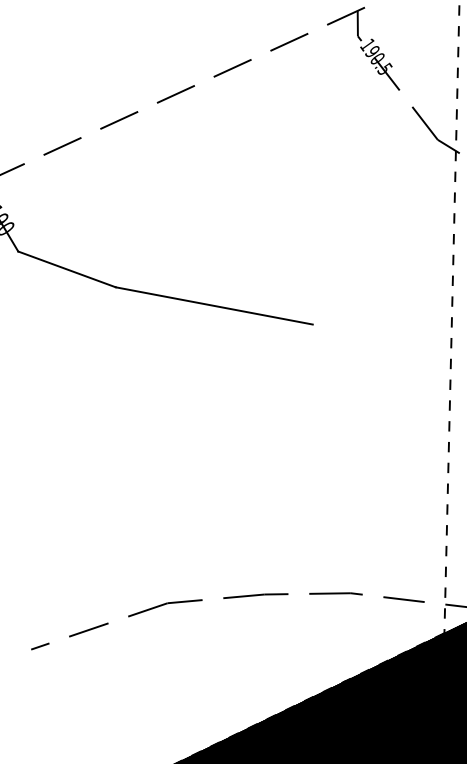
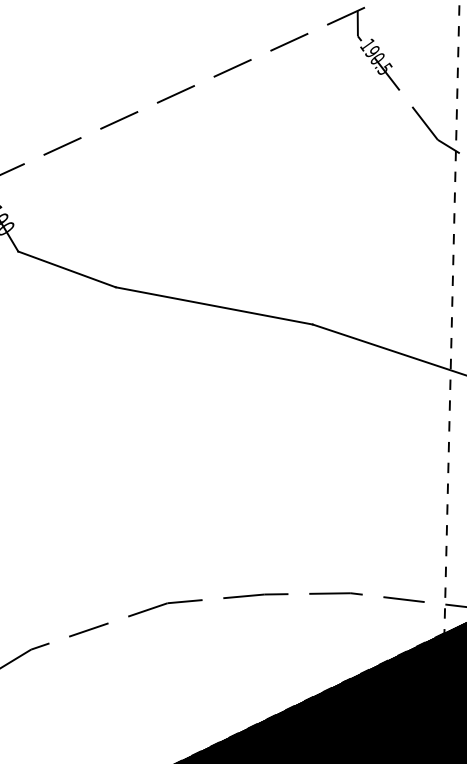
line at (387, 349): none -> present
line at (16, 658): none -> present
